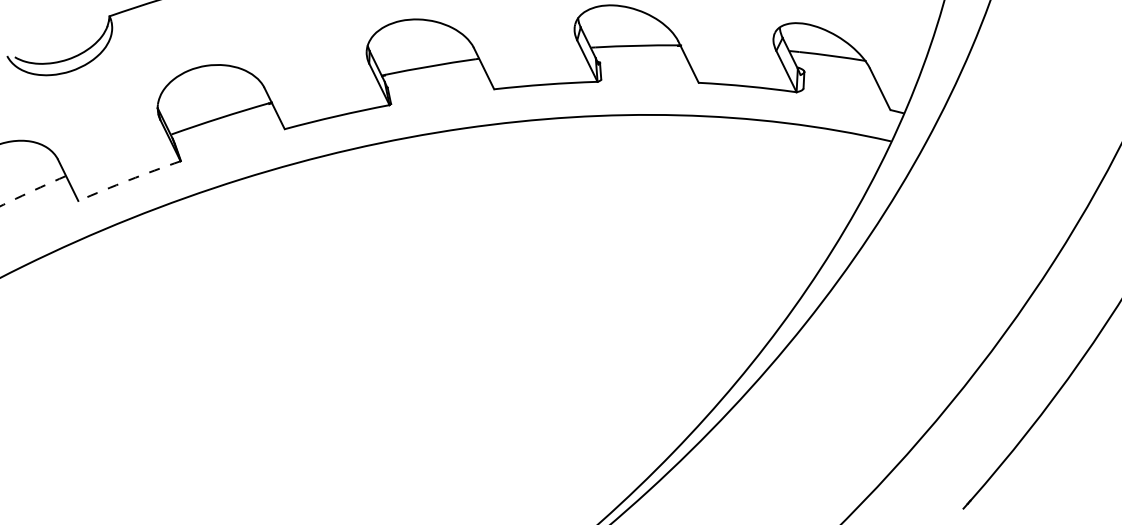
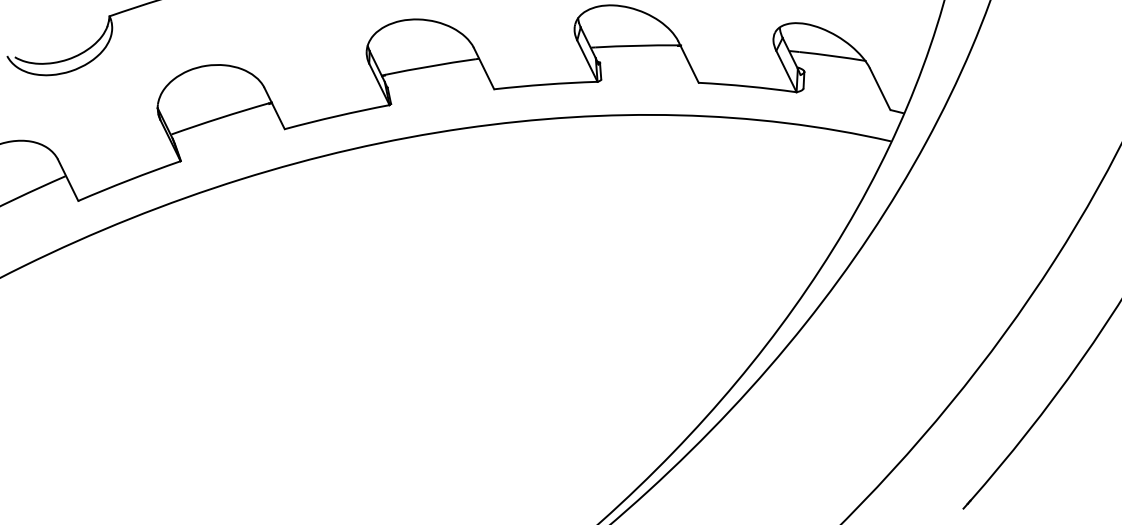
arc at (129, 180): dashed -> solid
arc at (32, 190): dashed -> solid
